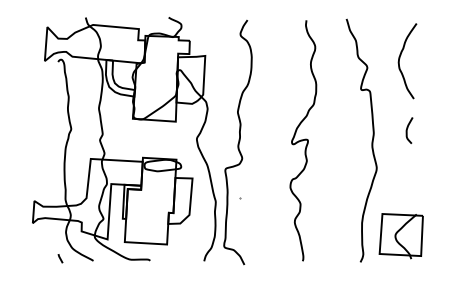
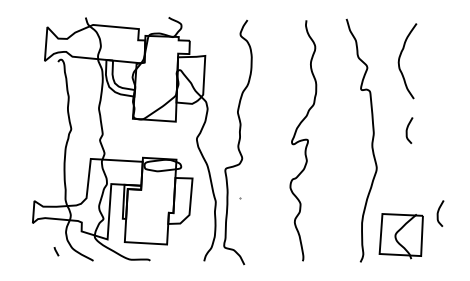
curve at (438, 213): none -> present
line at (60, 258) position: (60, 258) -> (56, 251)
